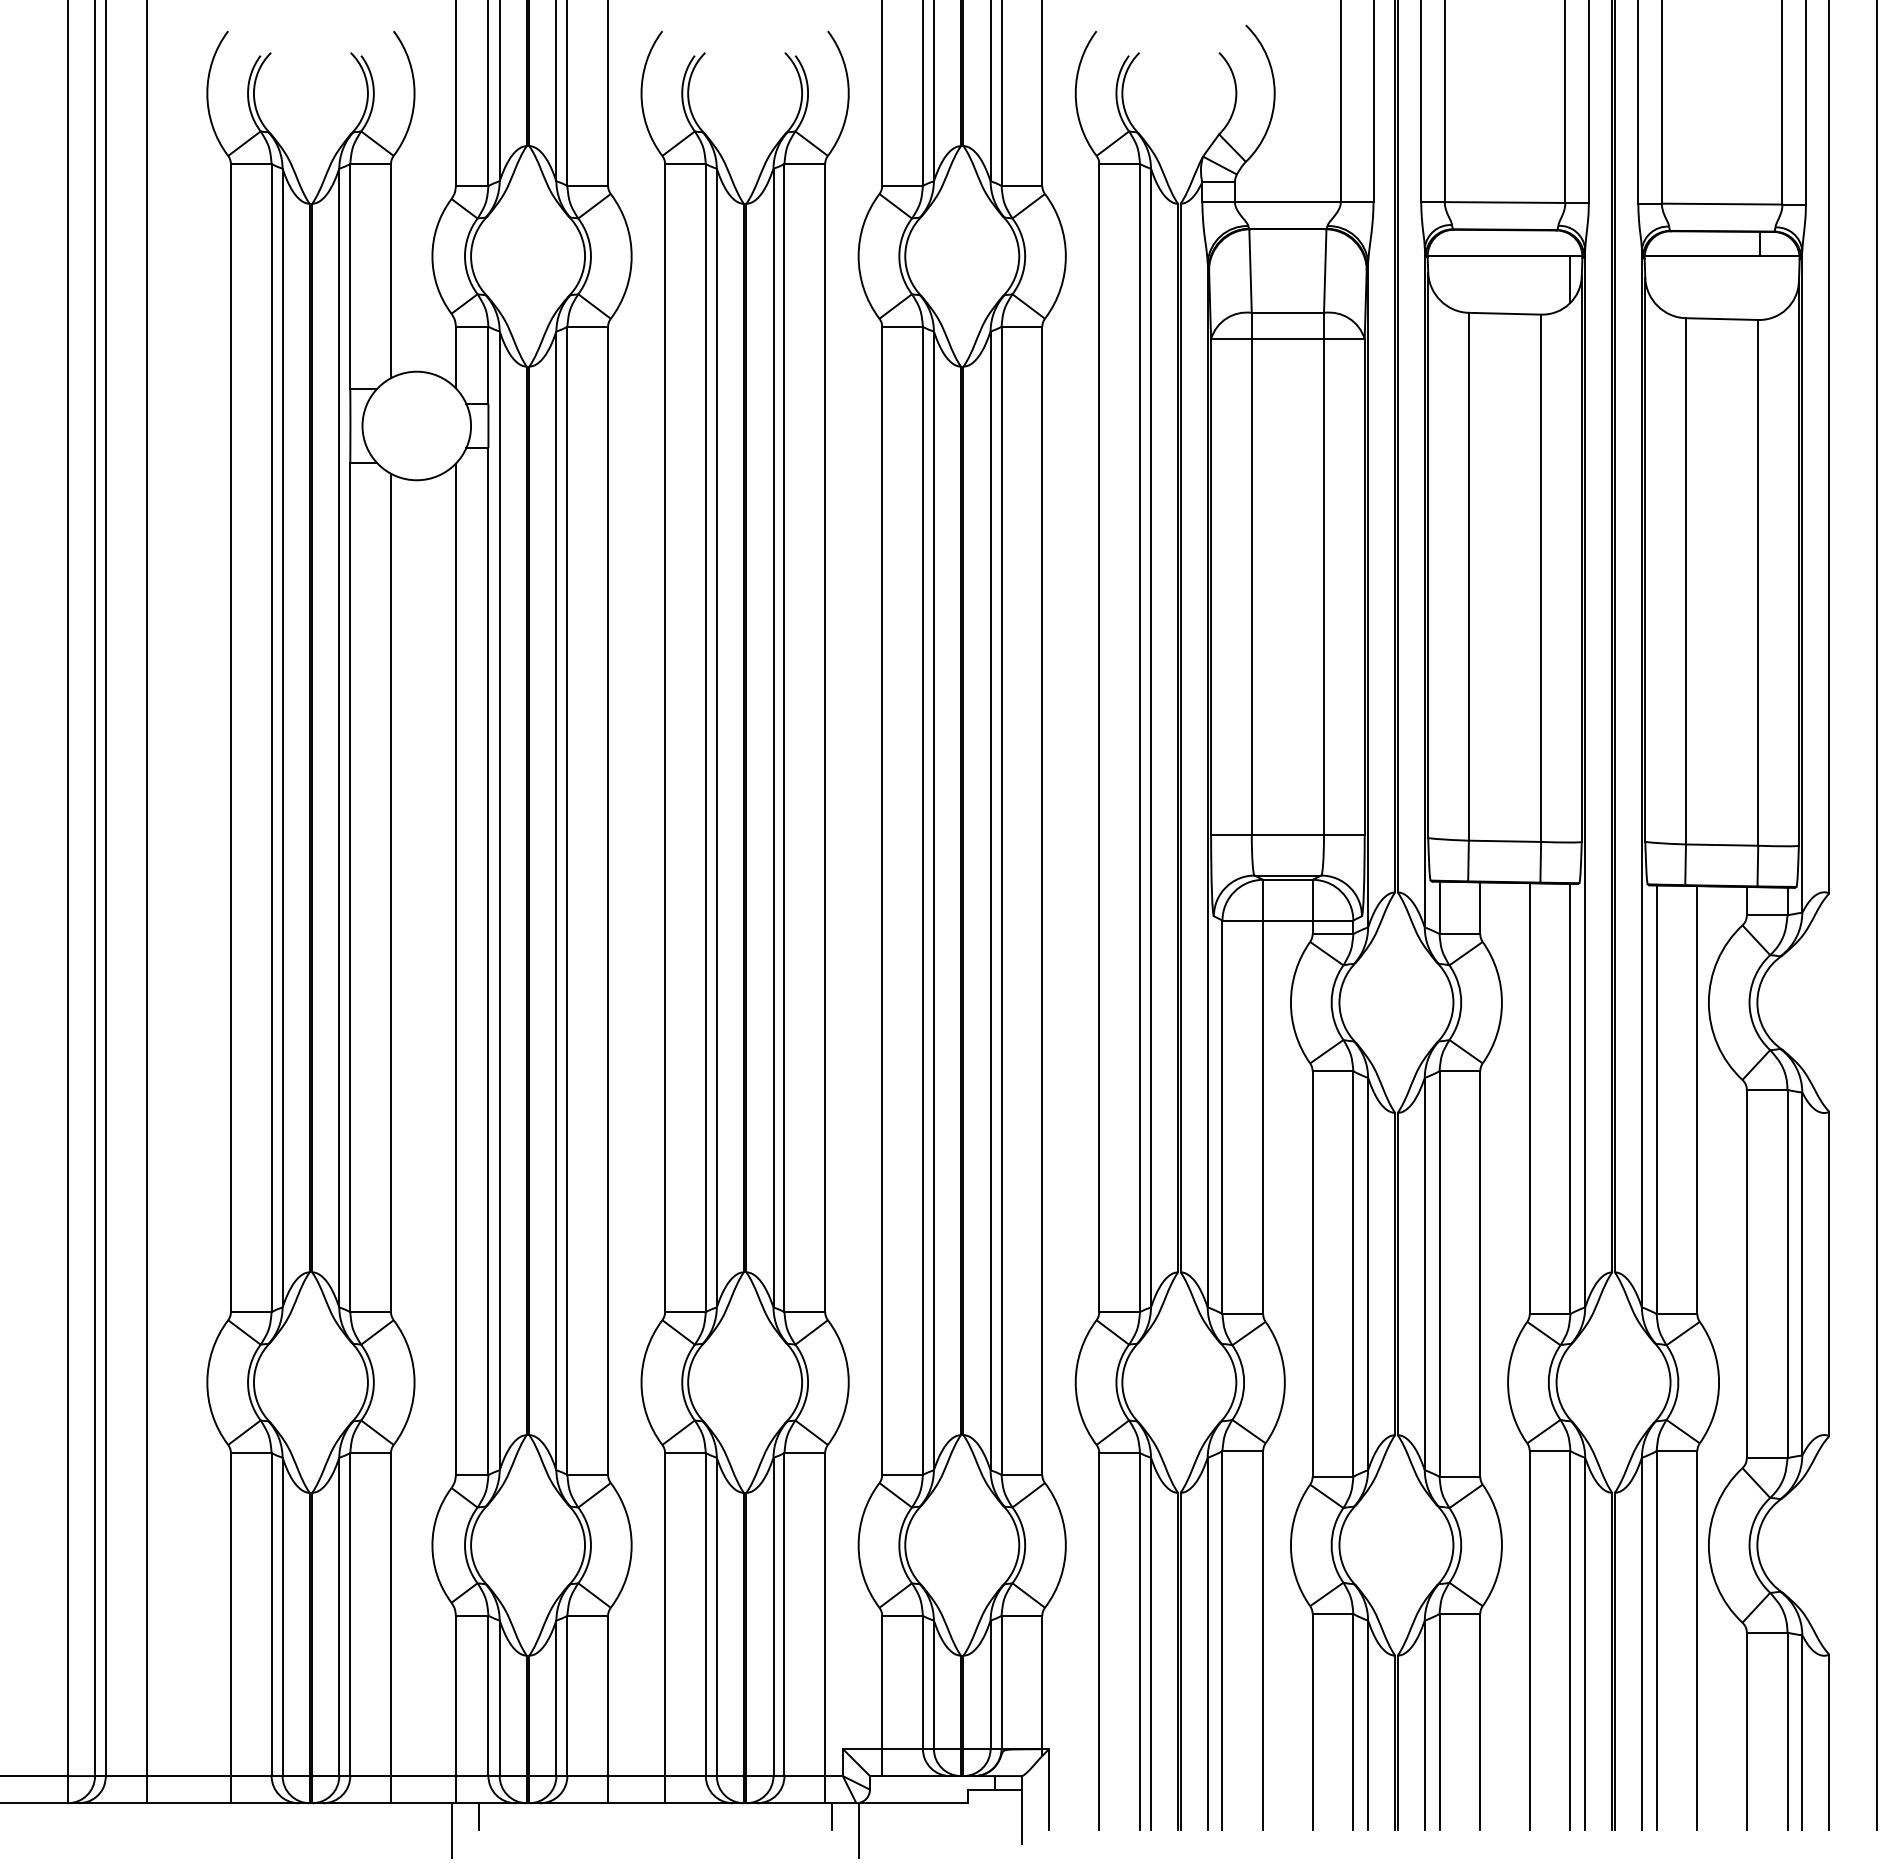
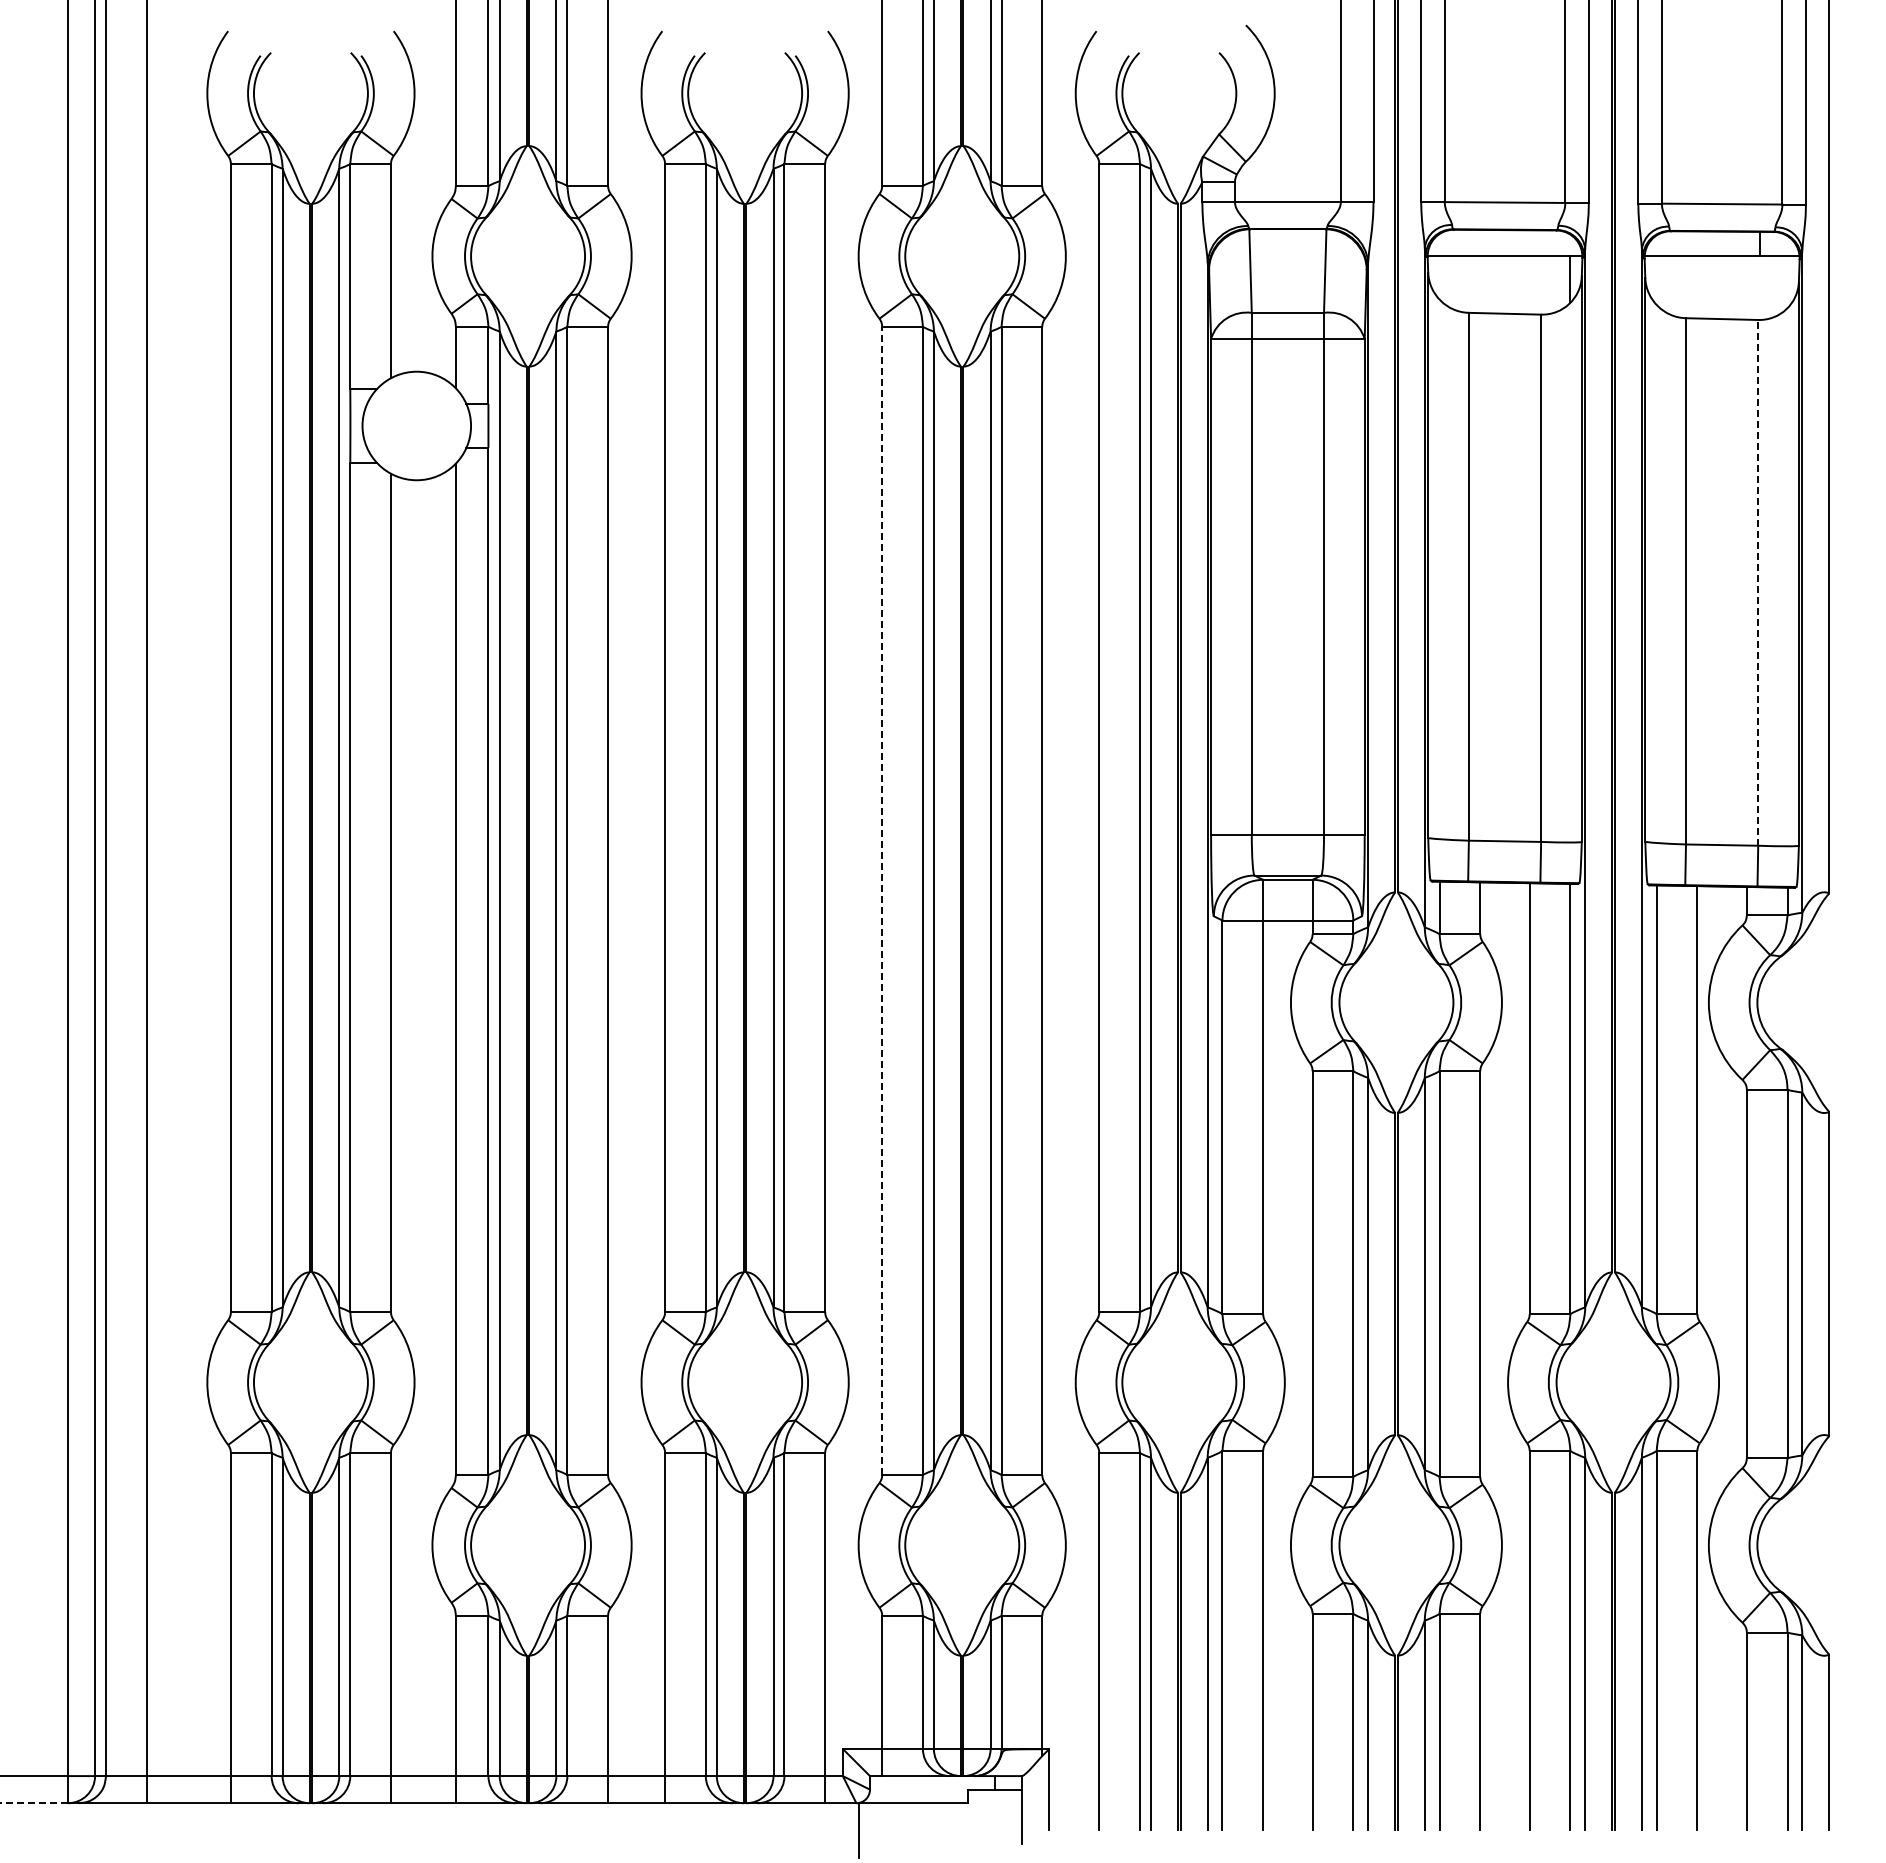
line at (1758, 582): solid -> dashed
line at (882, 900): solid -> dashed
line at (1876, 916): present -> none
line at (33, 1803): solid -> dashed
line at (479, 1816): present -> none
line at (831, 1816): present -> none
line at (452, 1830): present -> none
